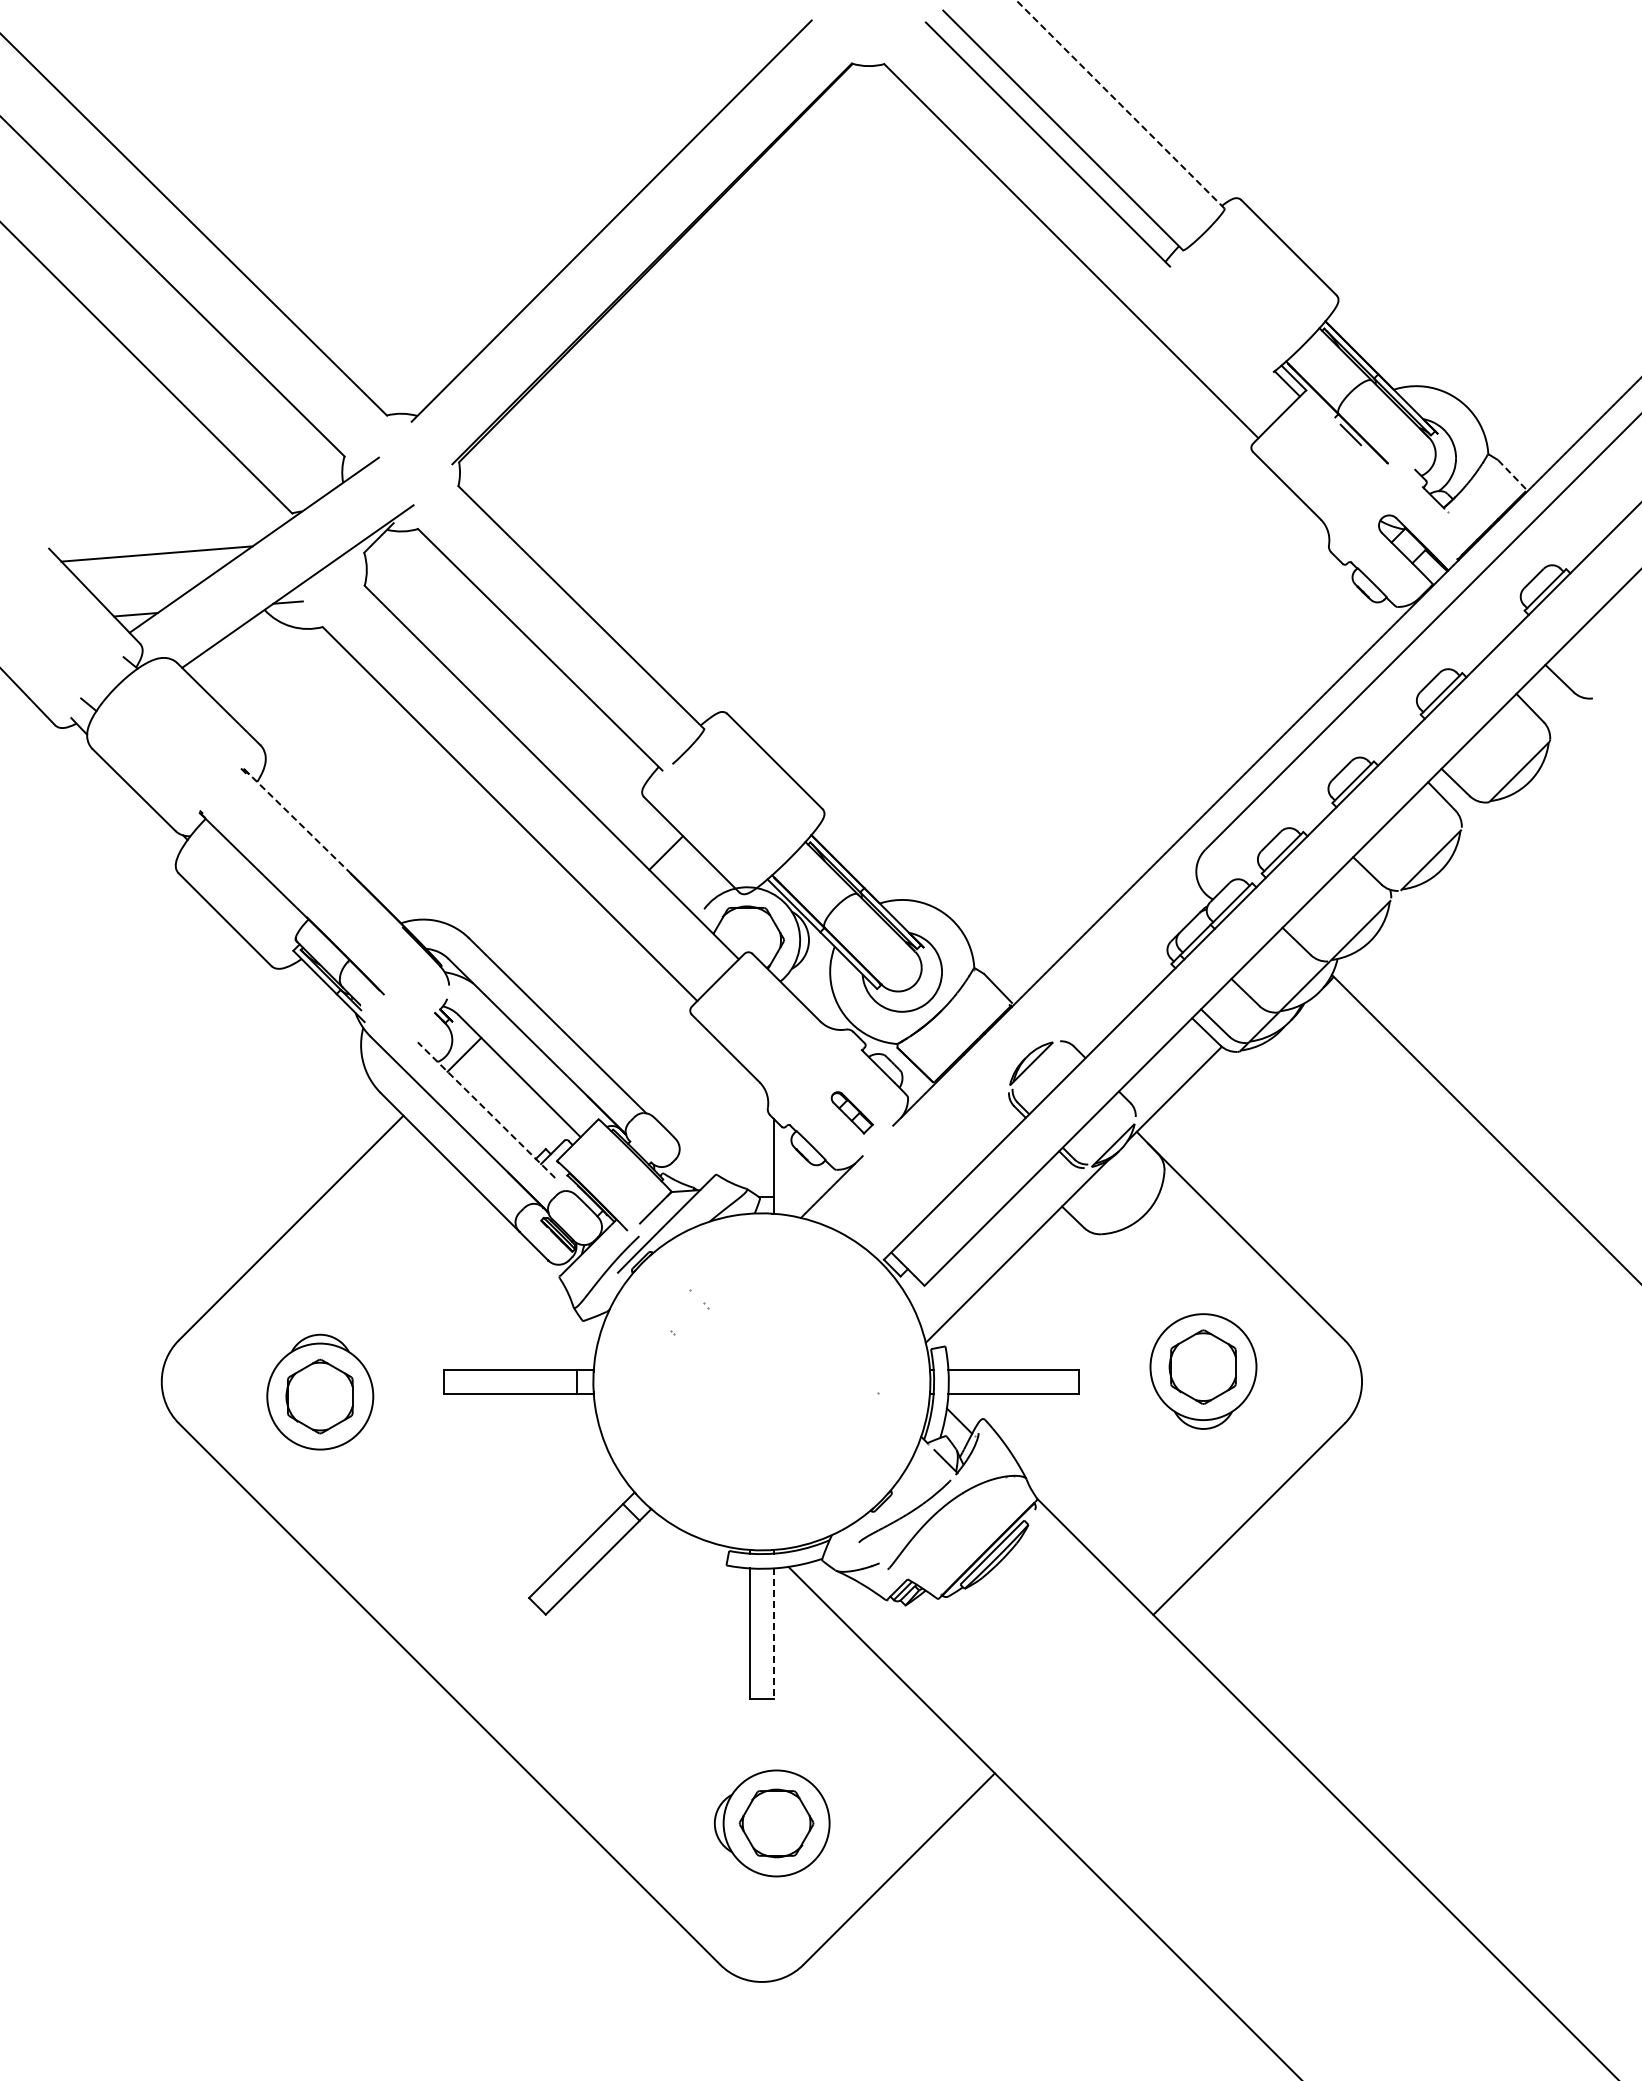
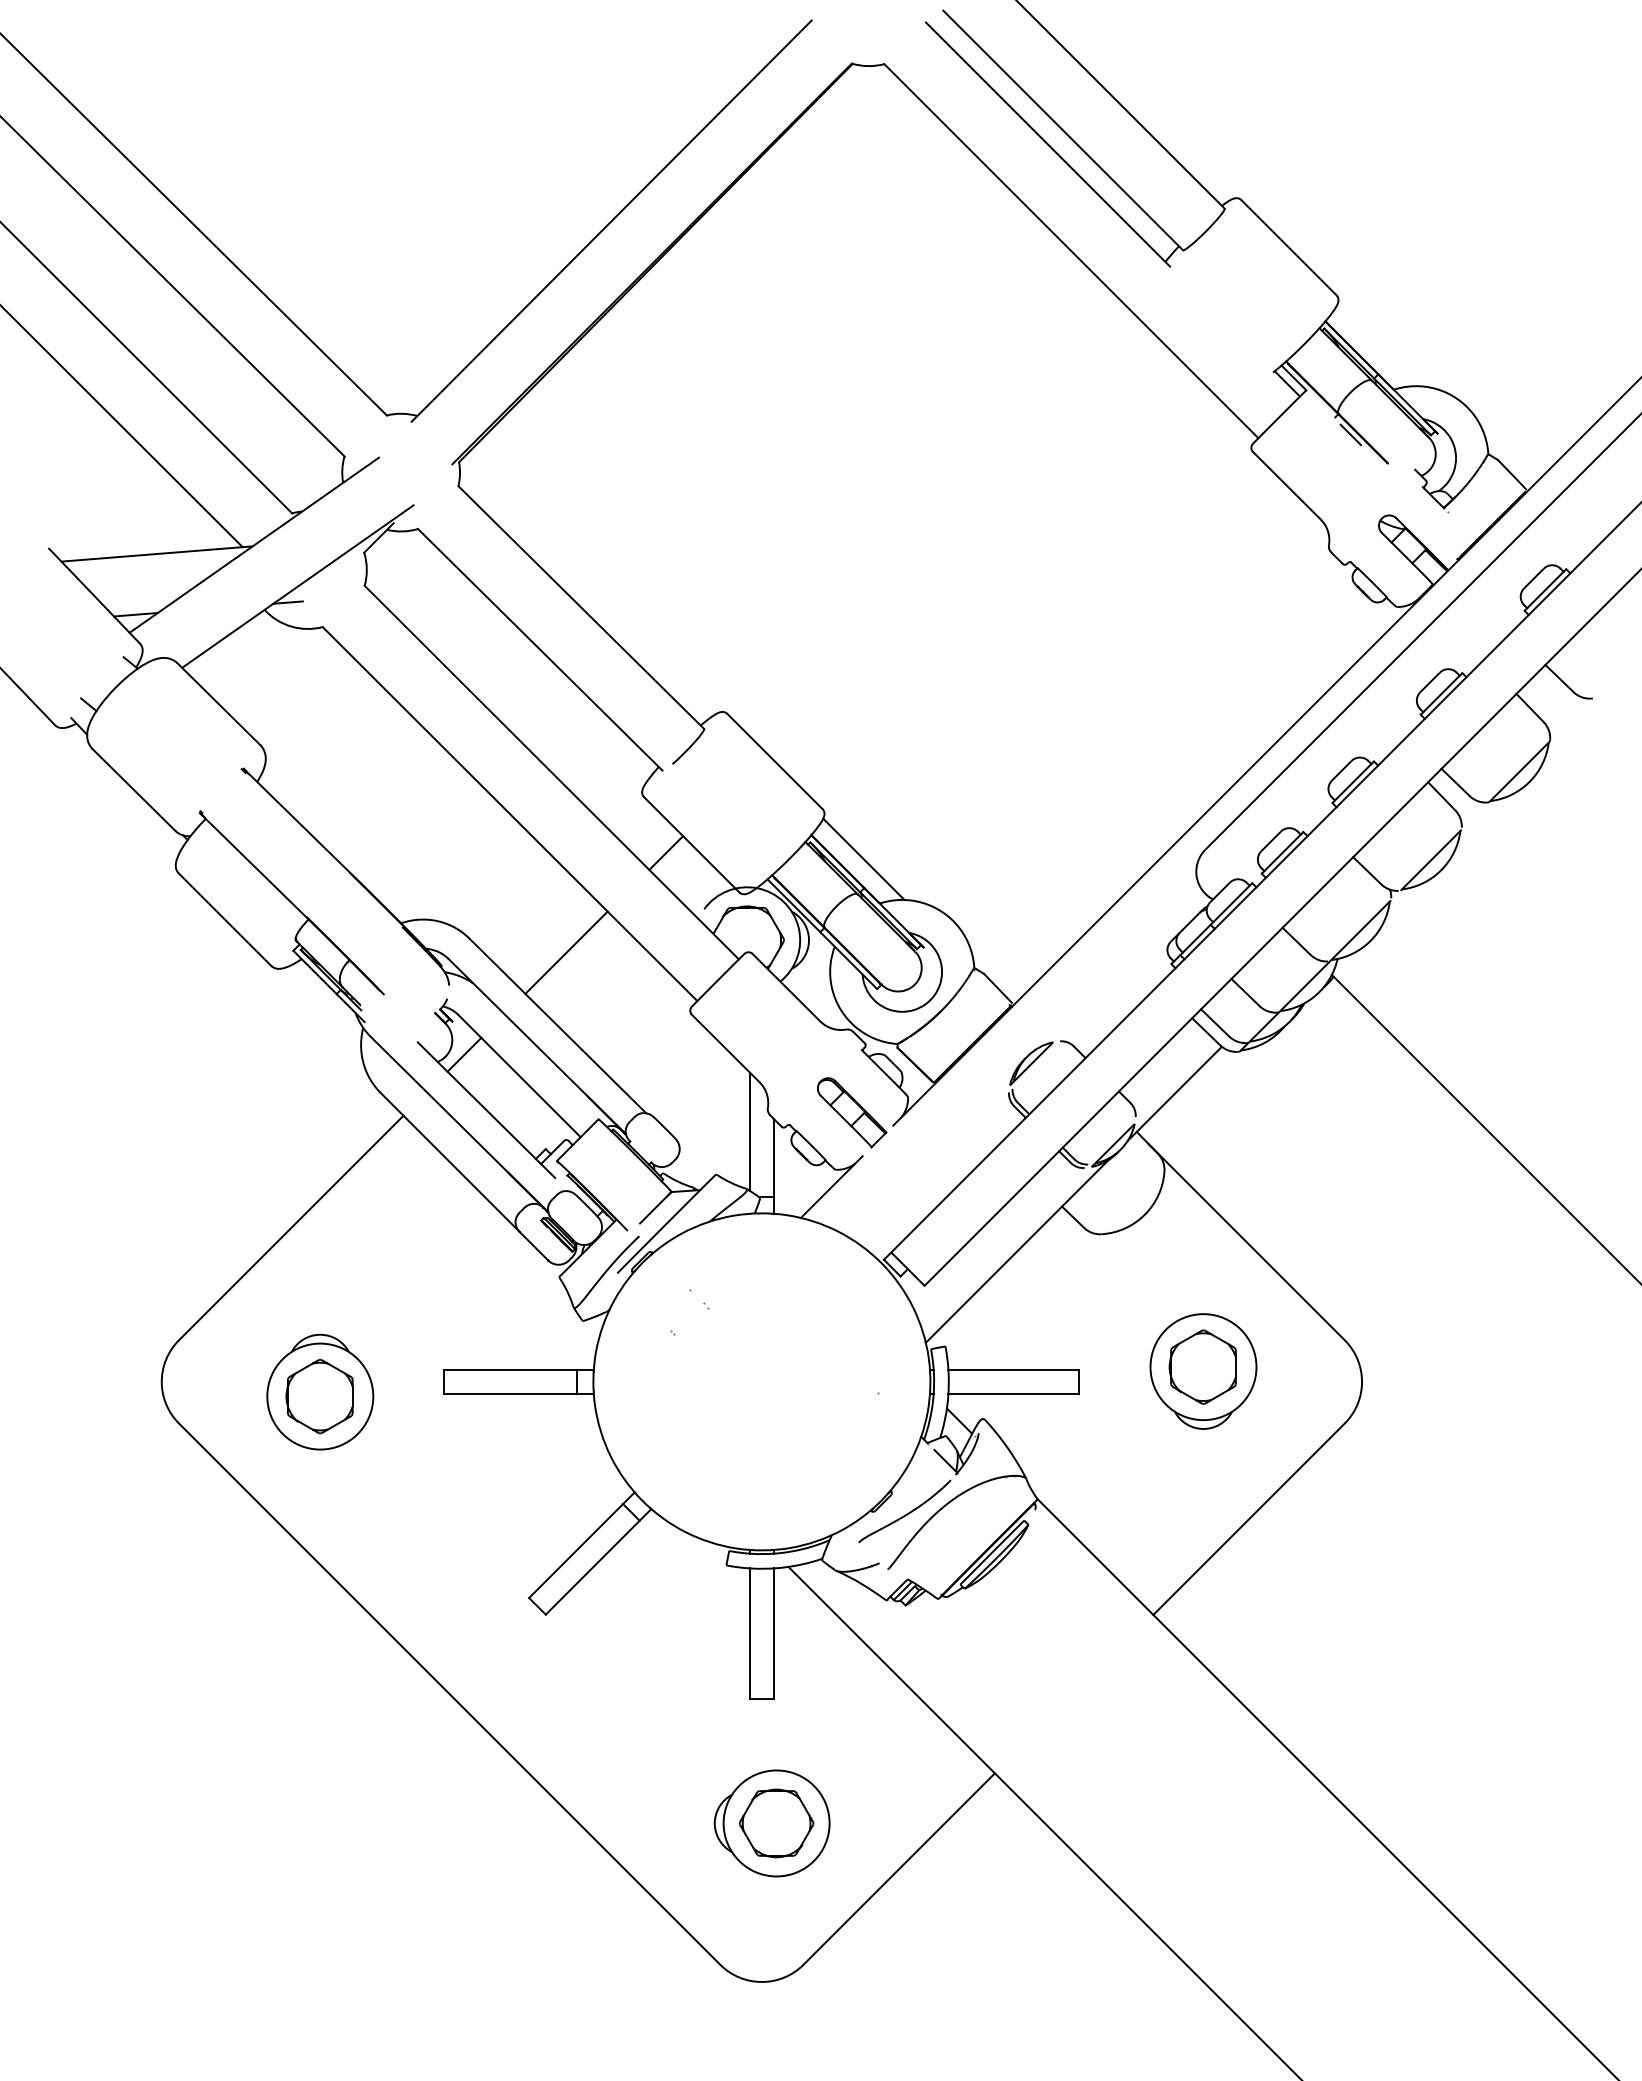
line at (1120, 104): dashed -> solid
line at (122, 427): none -> present
line at (1512, 475): dashed -> solid
line at (297, 821): dashed -> solid
line at (863, 858): none -> present
line at (566, 952): none -> present
line at (486, 1110): dashed -> solid
part at (851, 1112) size: 44x44 px -> 71x72 px
line at (750, 1131): none -> present
line at (773, 1634): dashed -> solid
